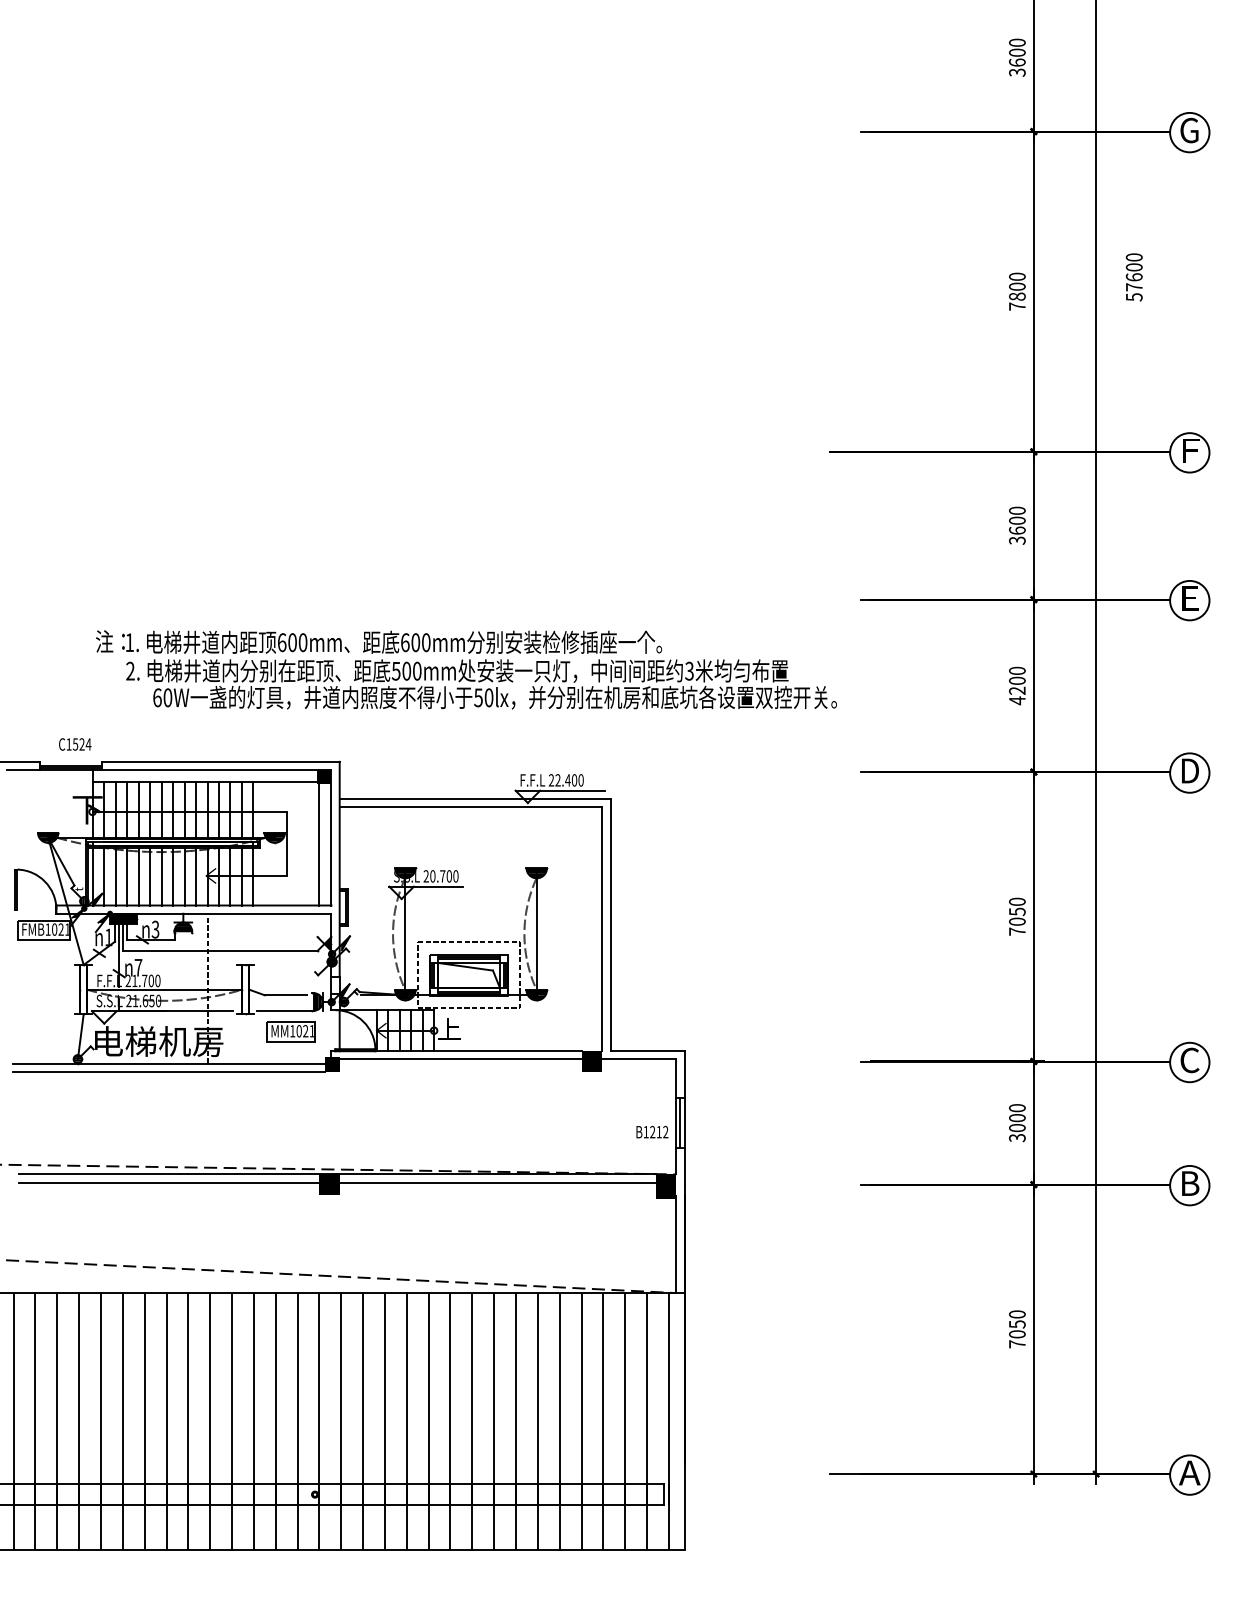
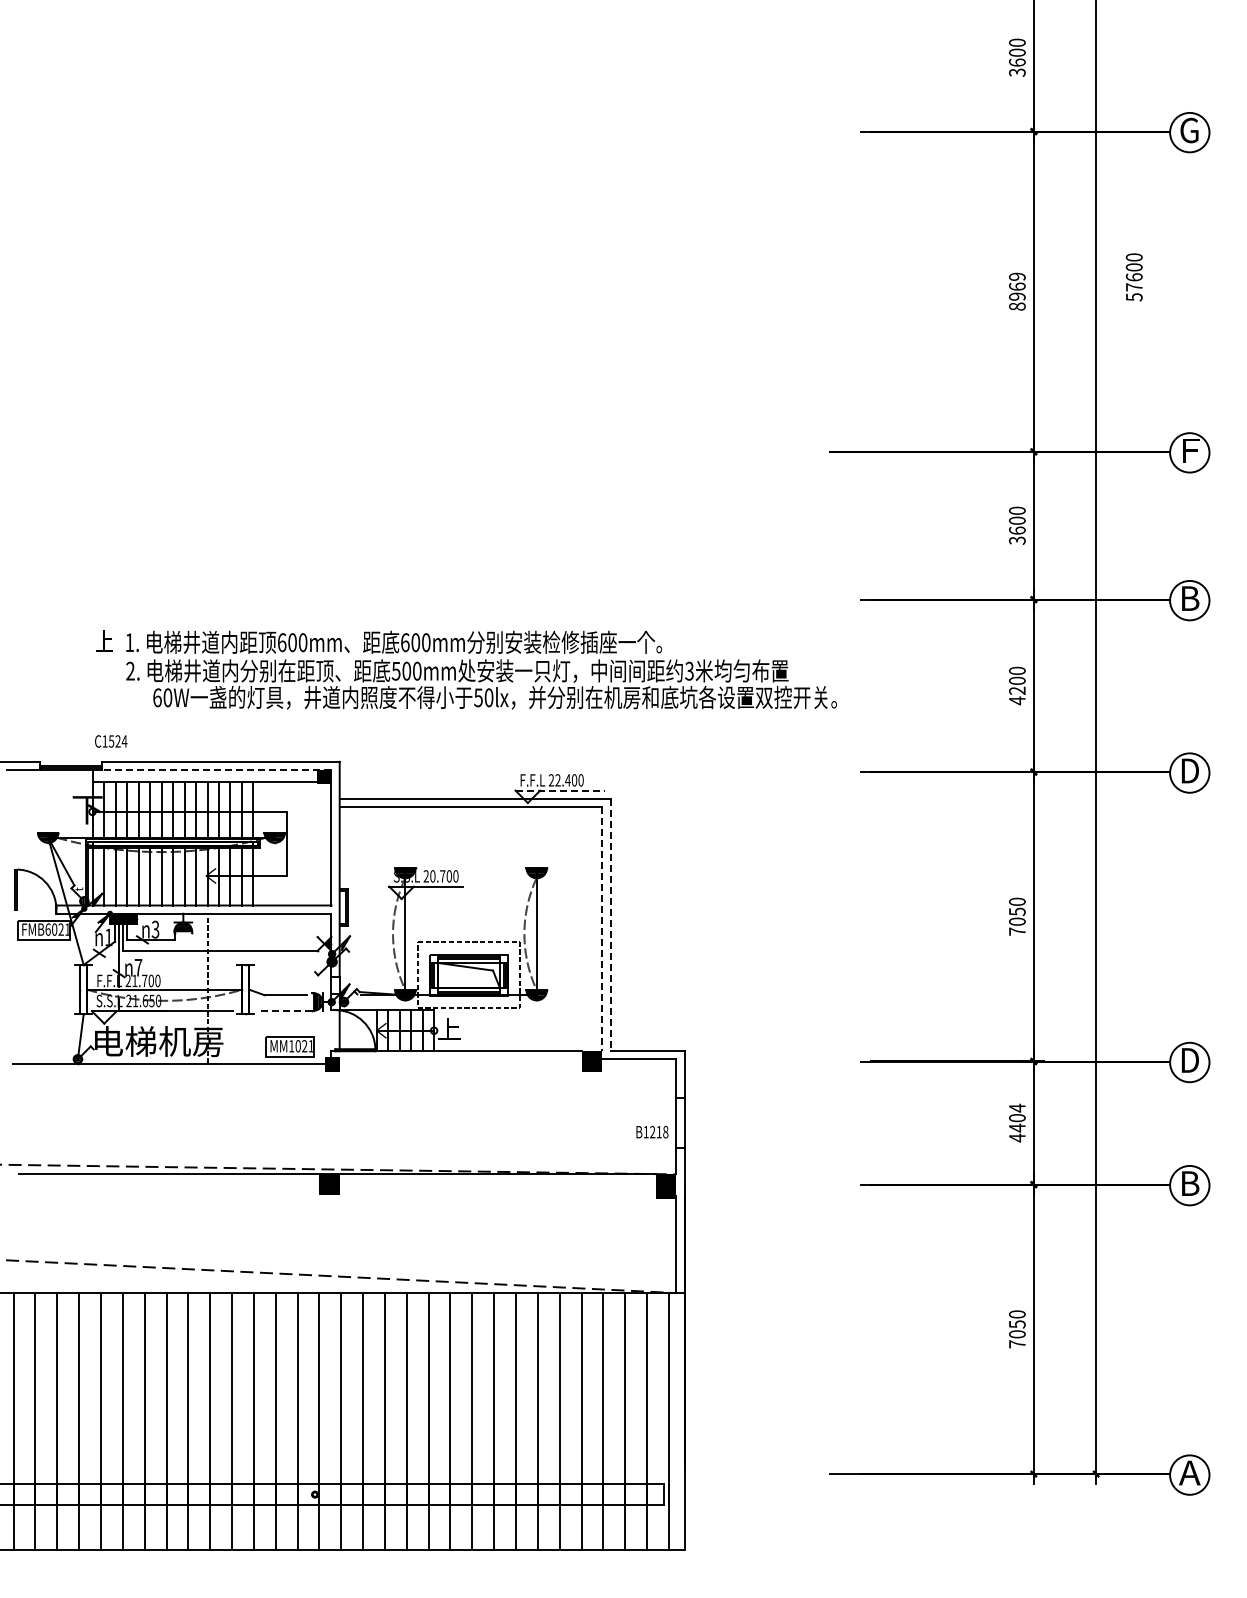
text at (1017, 291): 7800 -> 8969
text at (1190, 598): E -> B
text at (110, 641): 注： -> 上
text at (75, 744) position: (75, 744) -> (111, 741)
line at (216, 770): solid -> dashed
line at (560, 790): solid -> dashed
line at (319, 844): present -> none
line at (610, 925): solid -> dashed
text at (47, 929): FMB1021 -> FMB6021
line at (602, 929): solid -> dashed
line at (284, 1010): solid -> dashed
part at (290, 1031) position: (290, 1031) -> (289, 1046)
line at (460, 1059): present -> none
text at (1189, 1060): C -> D
line at (169, 1071): present -> none
line at (680, 1122): present -> none
text at (1017, 1122): 3000 -> 4404
text at (665, 1132): B1212 -> B1218
line at (169, 1182): present -> none
line at (497, 1182): present -> none
